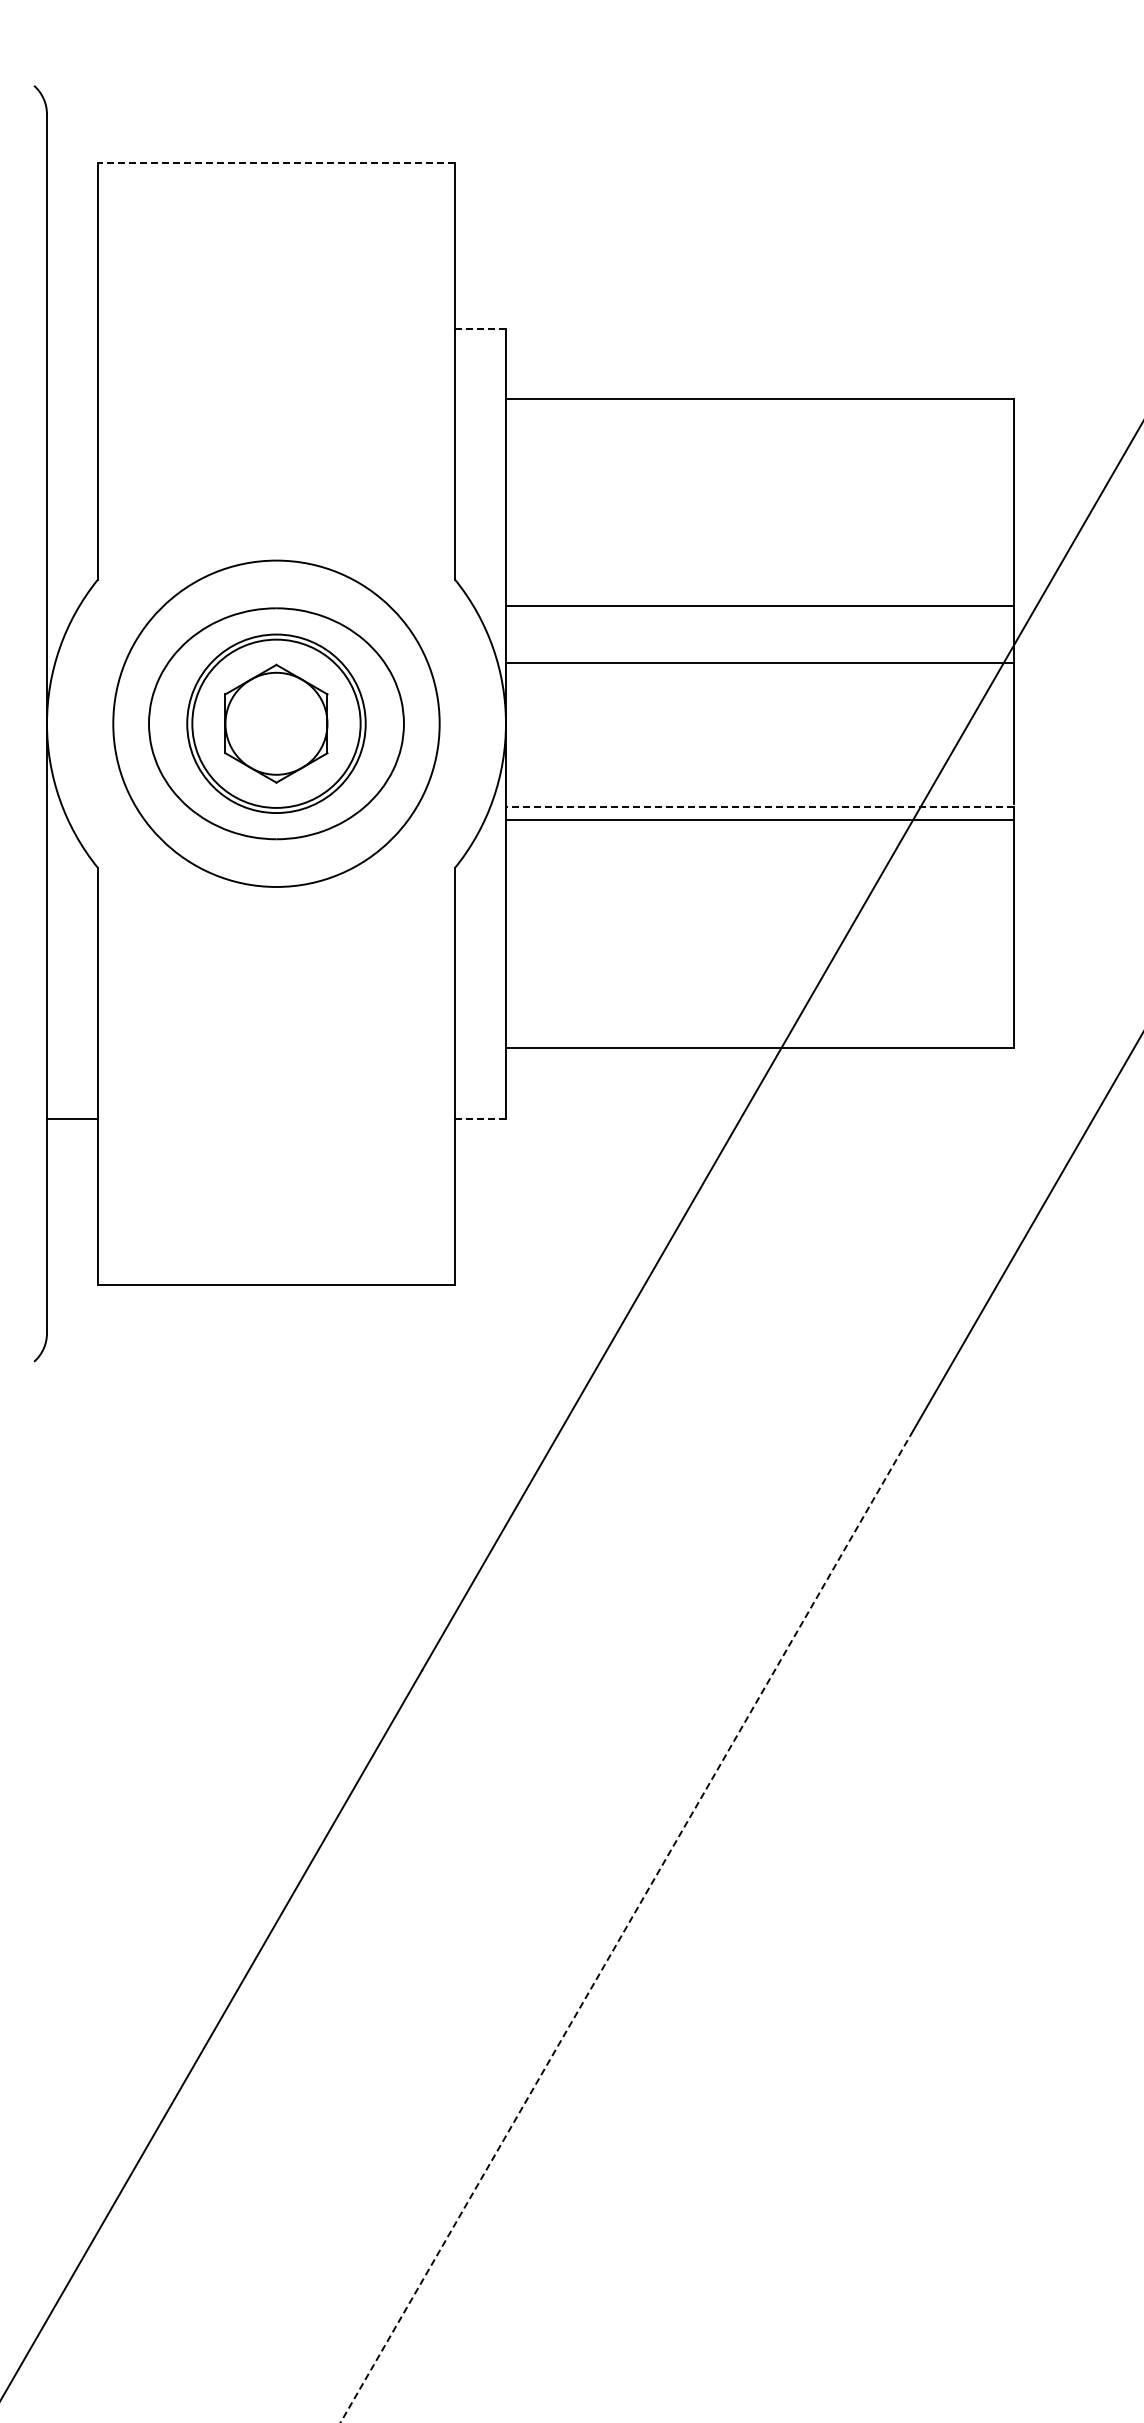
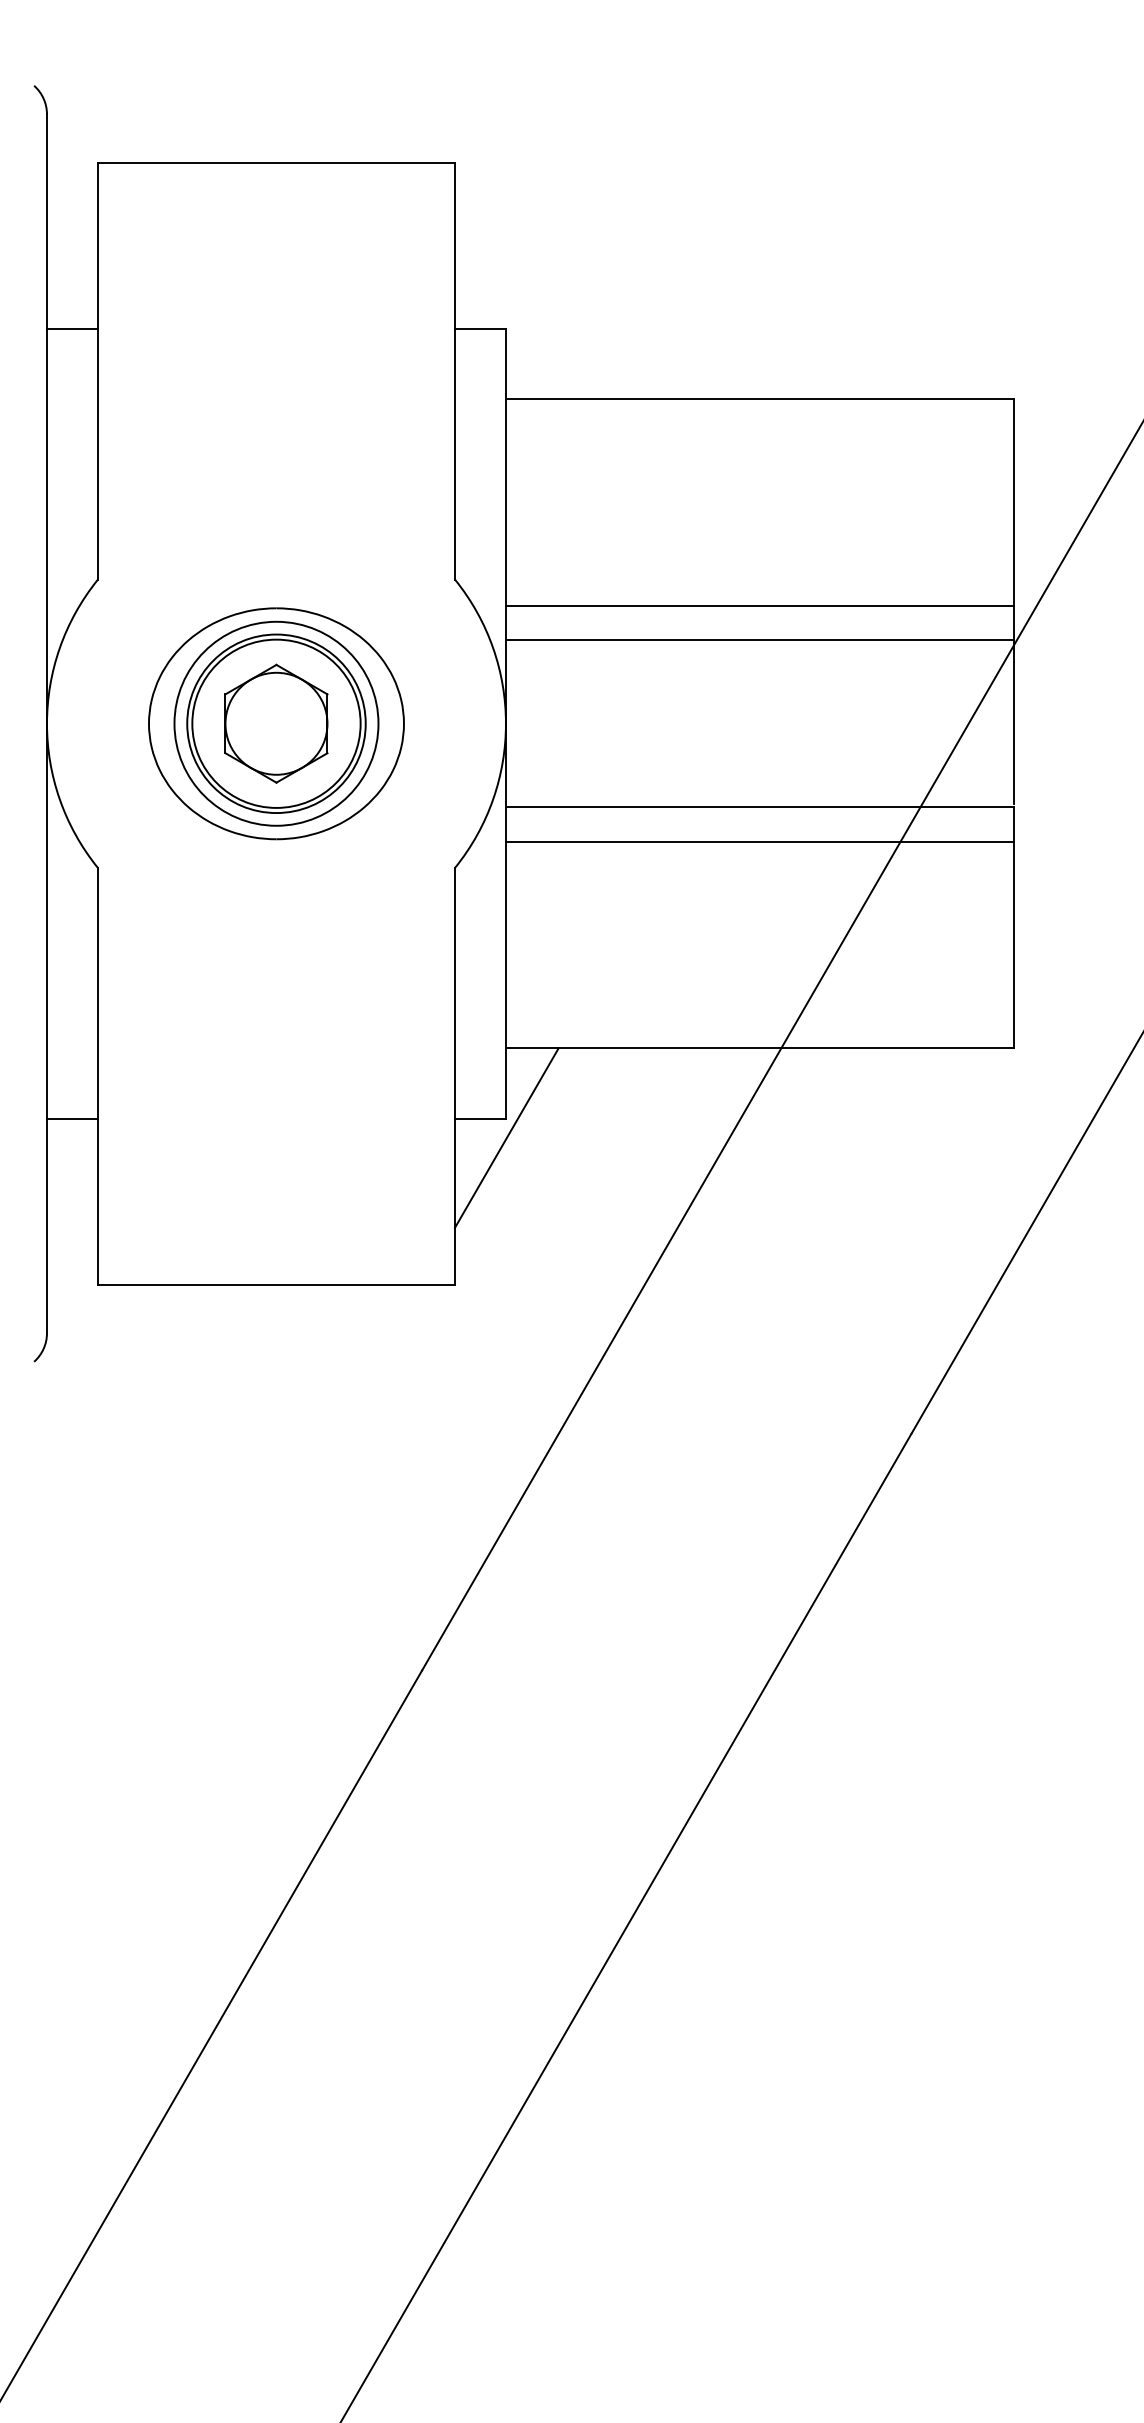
line at (275, 162): dashed -> solid
line at (72, 328): none -> present
line at (479, 328): dashed -> solid
line at (759, 663) position: (759, 663) -> (759, 640)
circle at (276, 723) diameter: 326 px -> 204 px
line at (759, 807): dashed -> solid
line at (759, 819) position: (759, 819) -> (759, 841)
line at (479, 1119): dashed -> solid
line at (506, 1137): none -> present
line at (626, 1928): dashed -> solid
